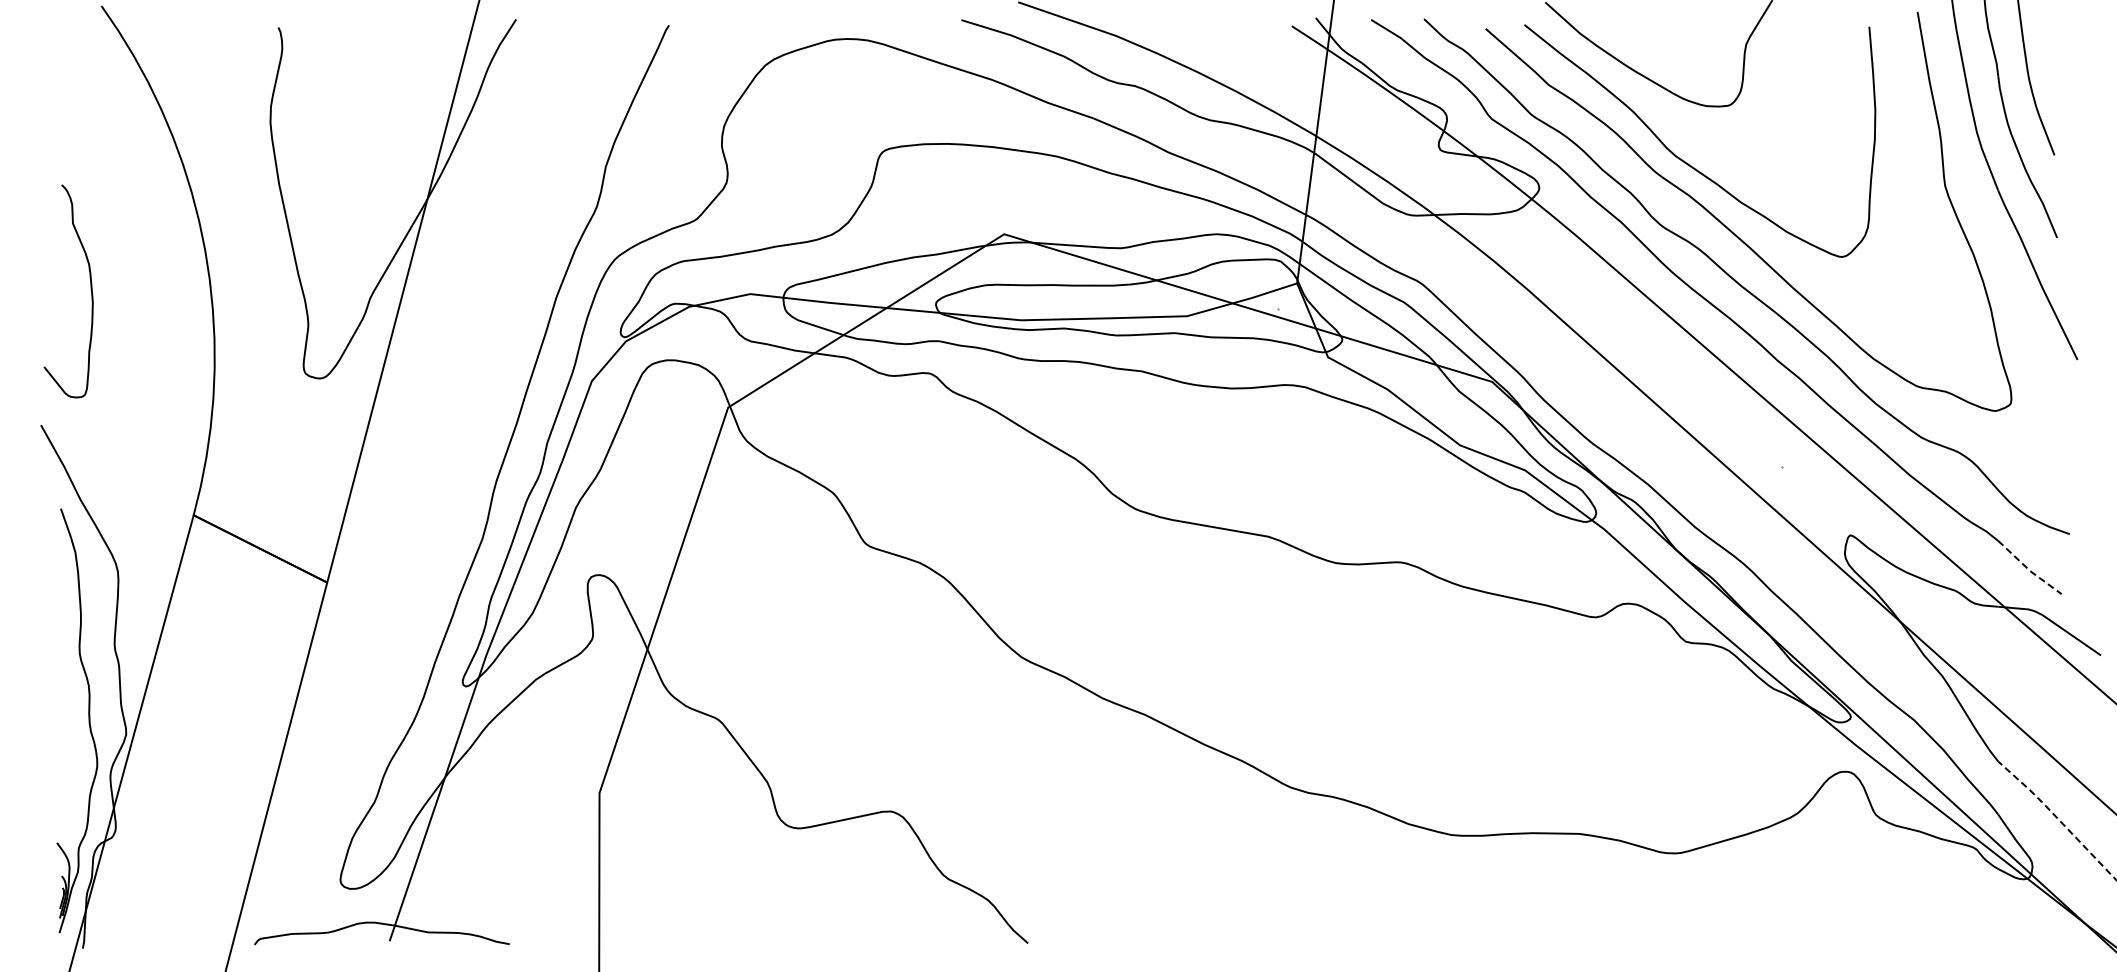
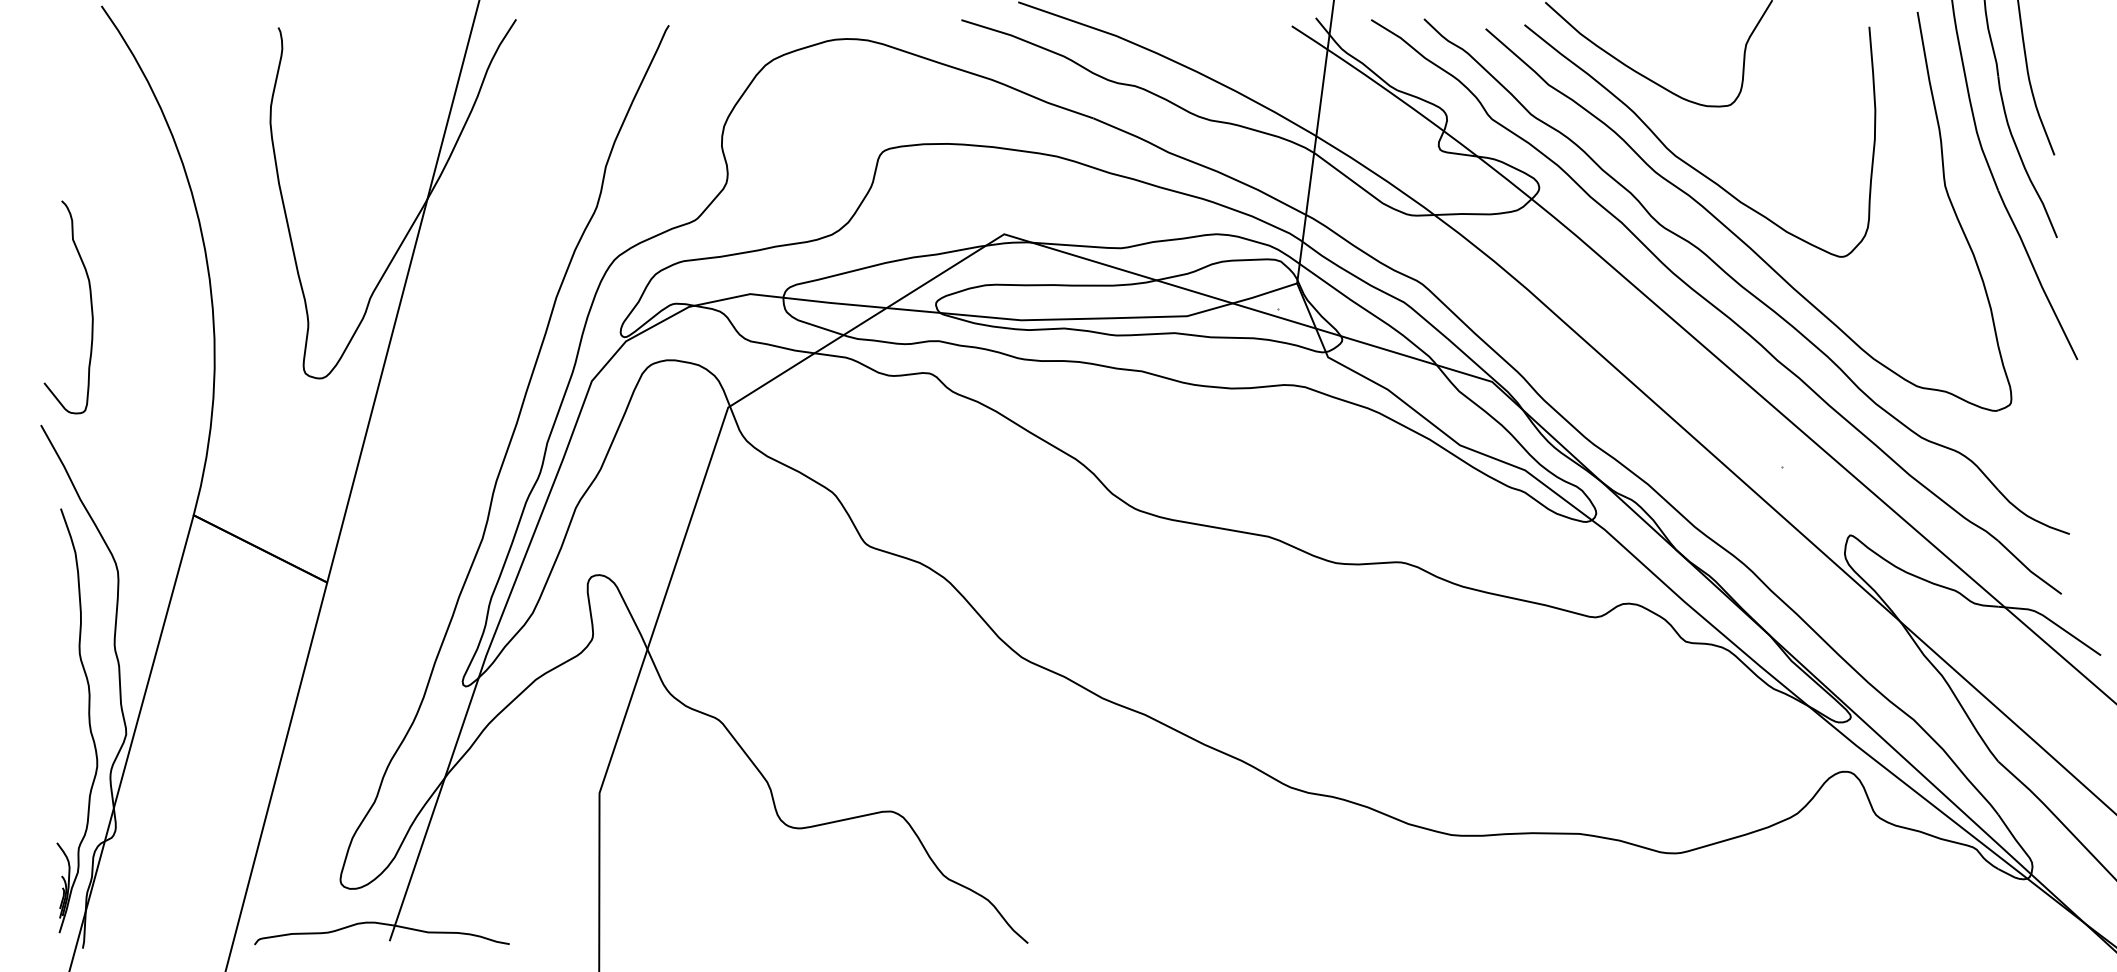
curve at (90, 289) position: (90, 289) -> (90, 305)
line at (2029, 570): dashed -> solid
line at (2057, 818): dashed -> solid
